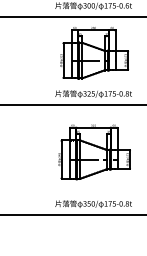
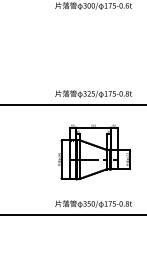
line at (72, 16): present -> none
part at (94, 53): present -> none
